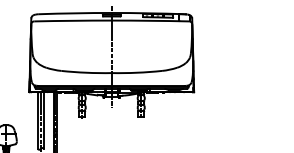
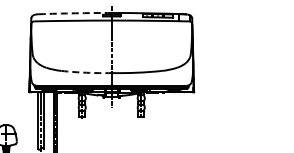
arc at (75, 13): solid -> dashed
arc at (86, 72): solid -> dashed
